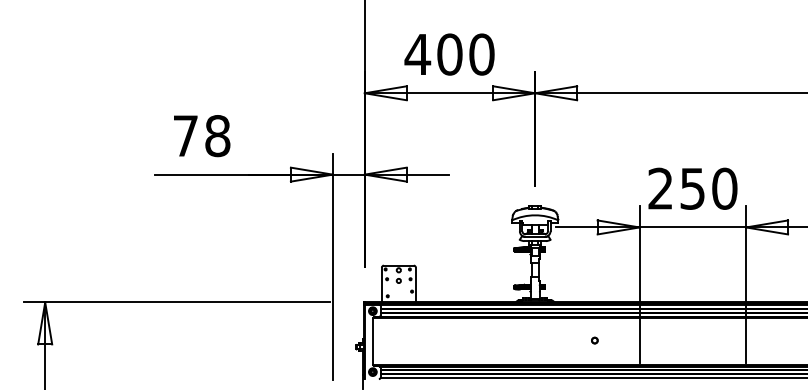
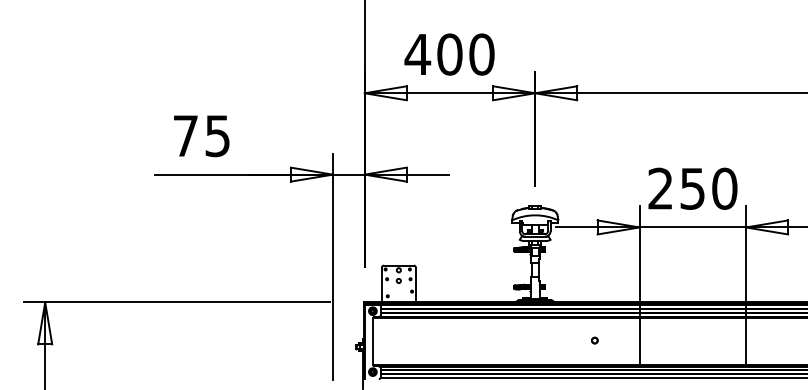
text at (217, 136): 78 -> 75
